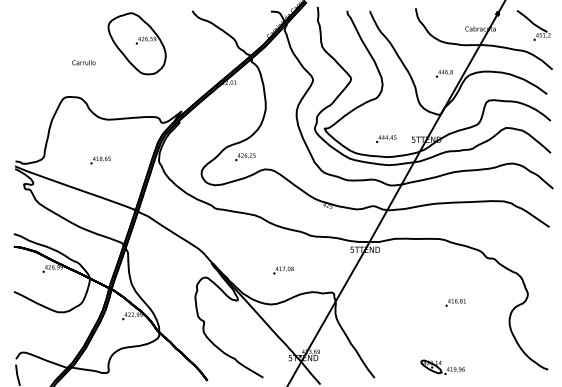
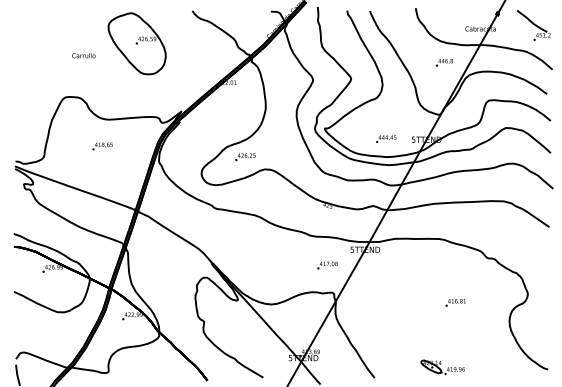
text at (83, 62) position: (83, 62) -> (83, 55)
text at (444, 73) position: (444, 73) -> (444, 62)
text at (100, 160) position: (100, 160) -> (102, 146)
text at (283, 270) position: (283, 270) -> (327, 265)
